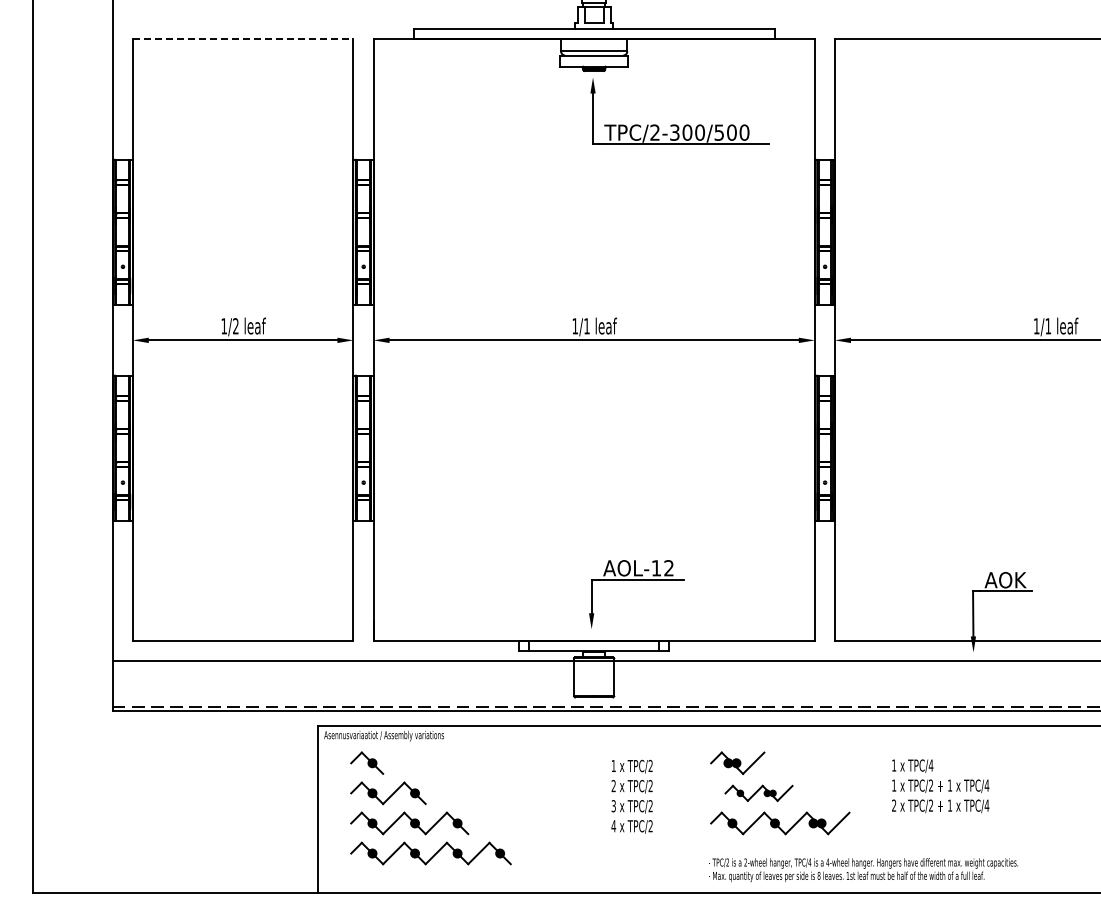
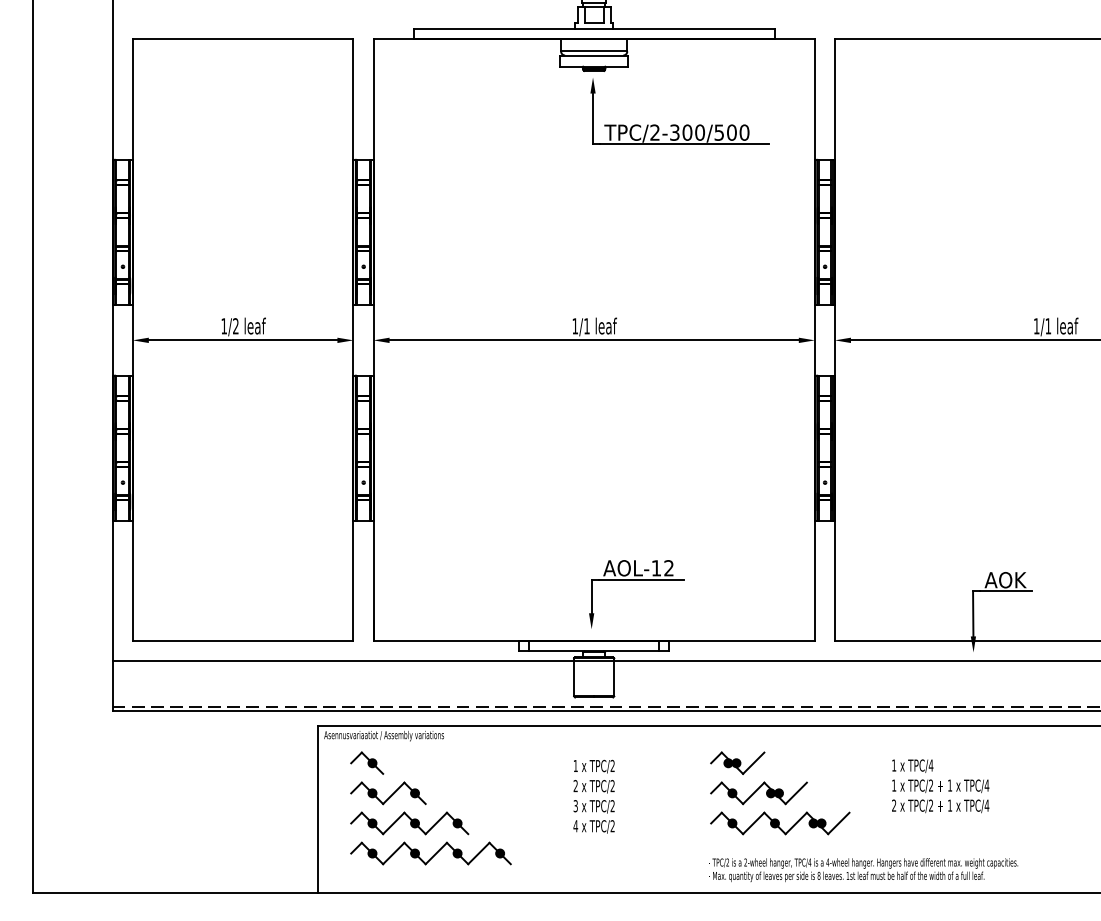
line at (243, 39): dashed -> solid
part at (758, 792) size: 70x18 px -> 98x25 px
text at (631, 796) position: (631, 796) -> (593, 796)
